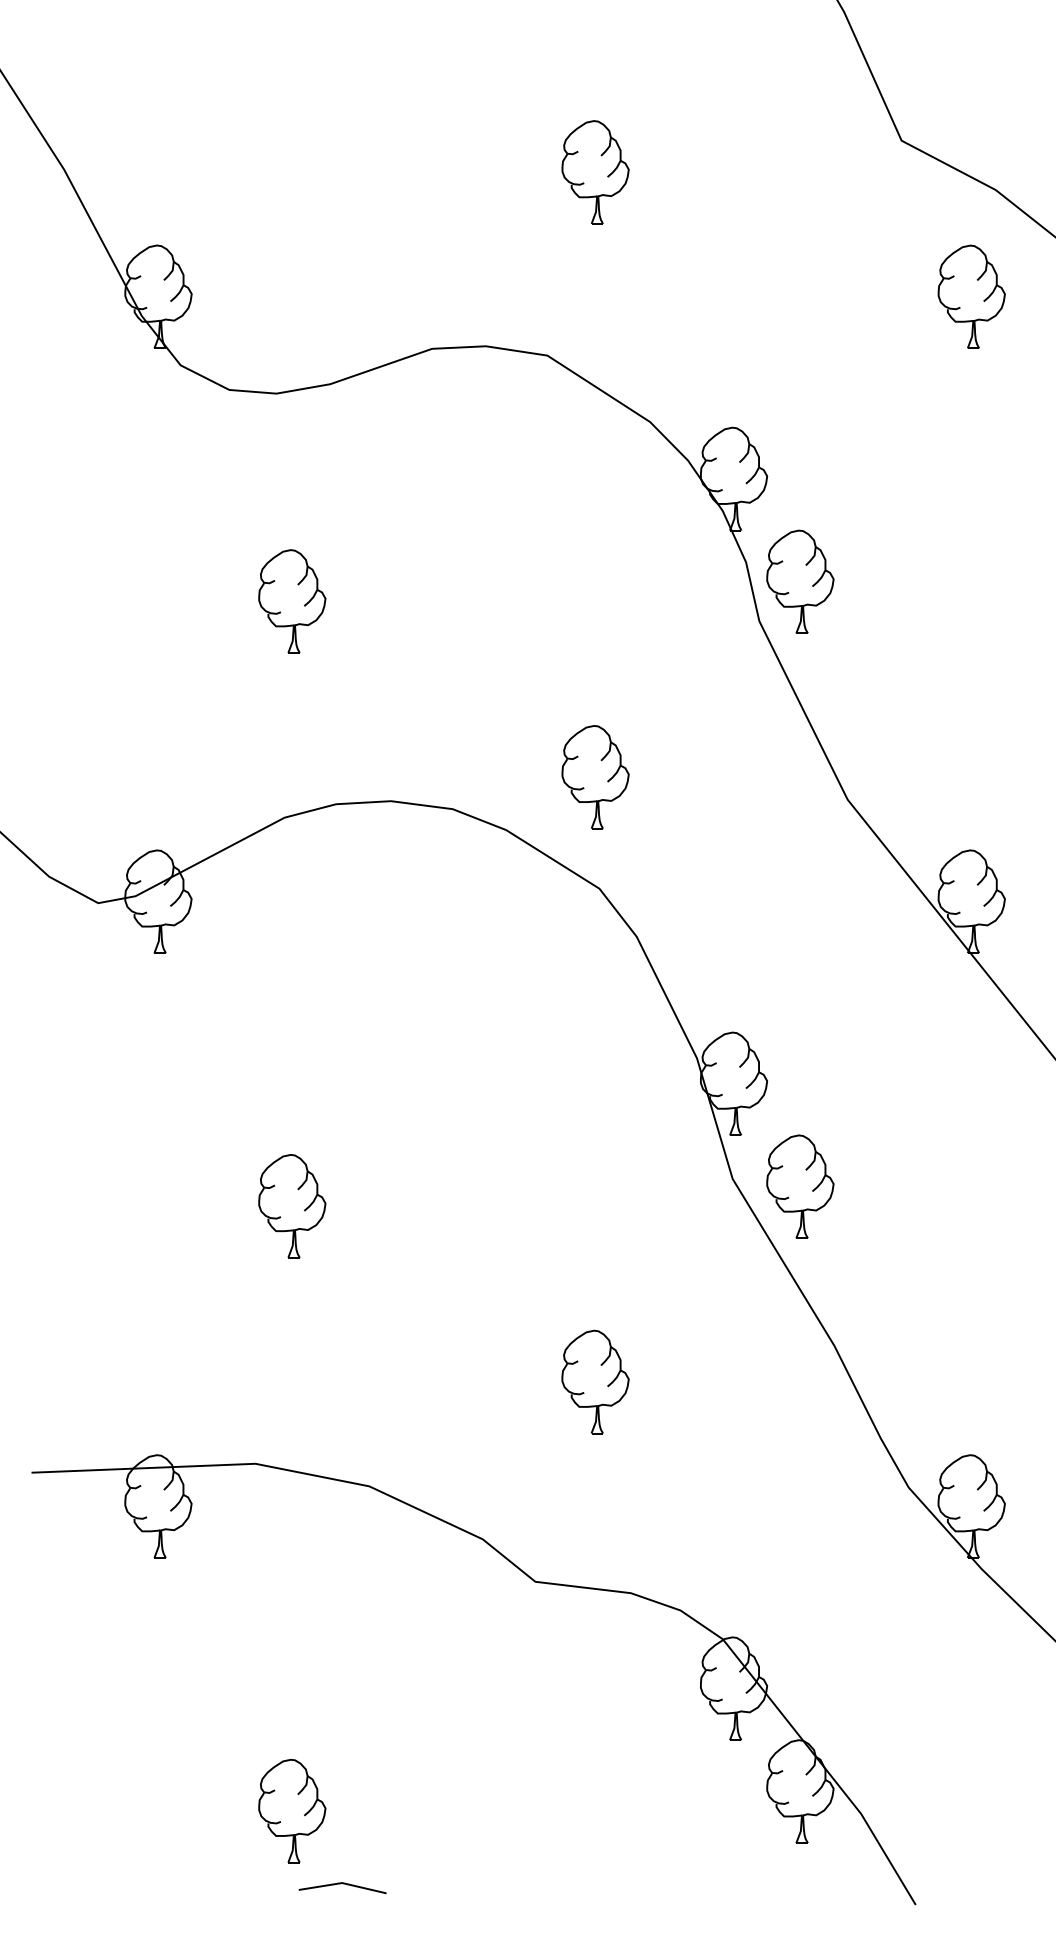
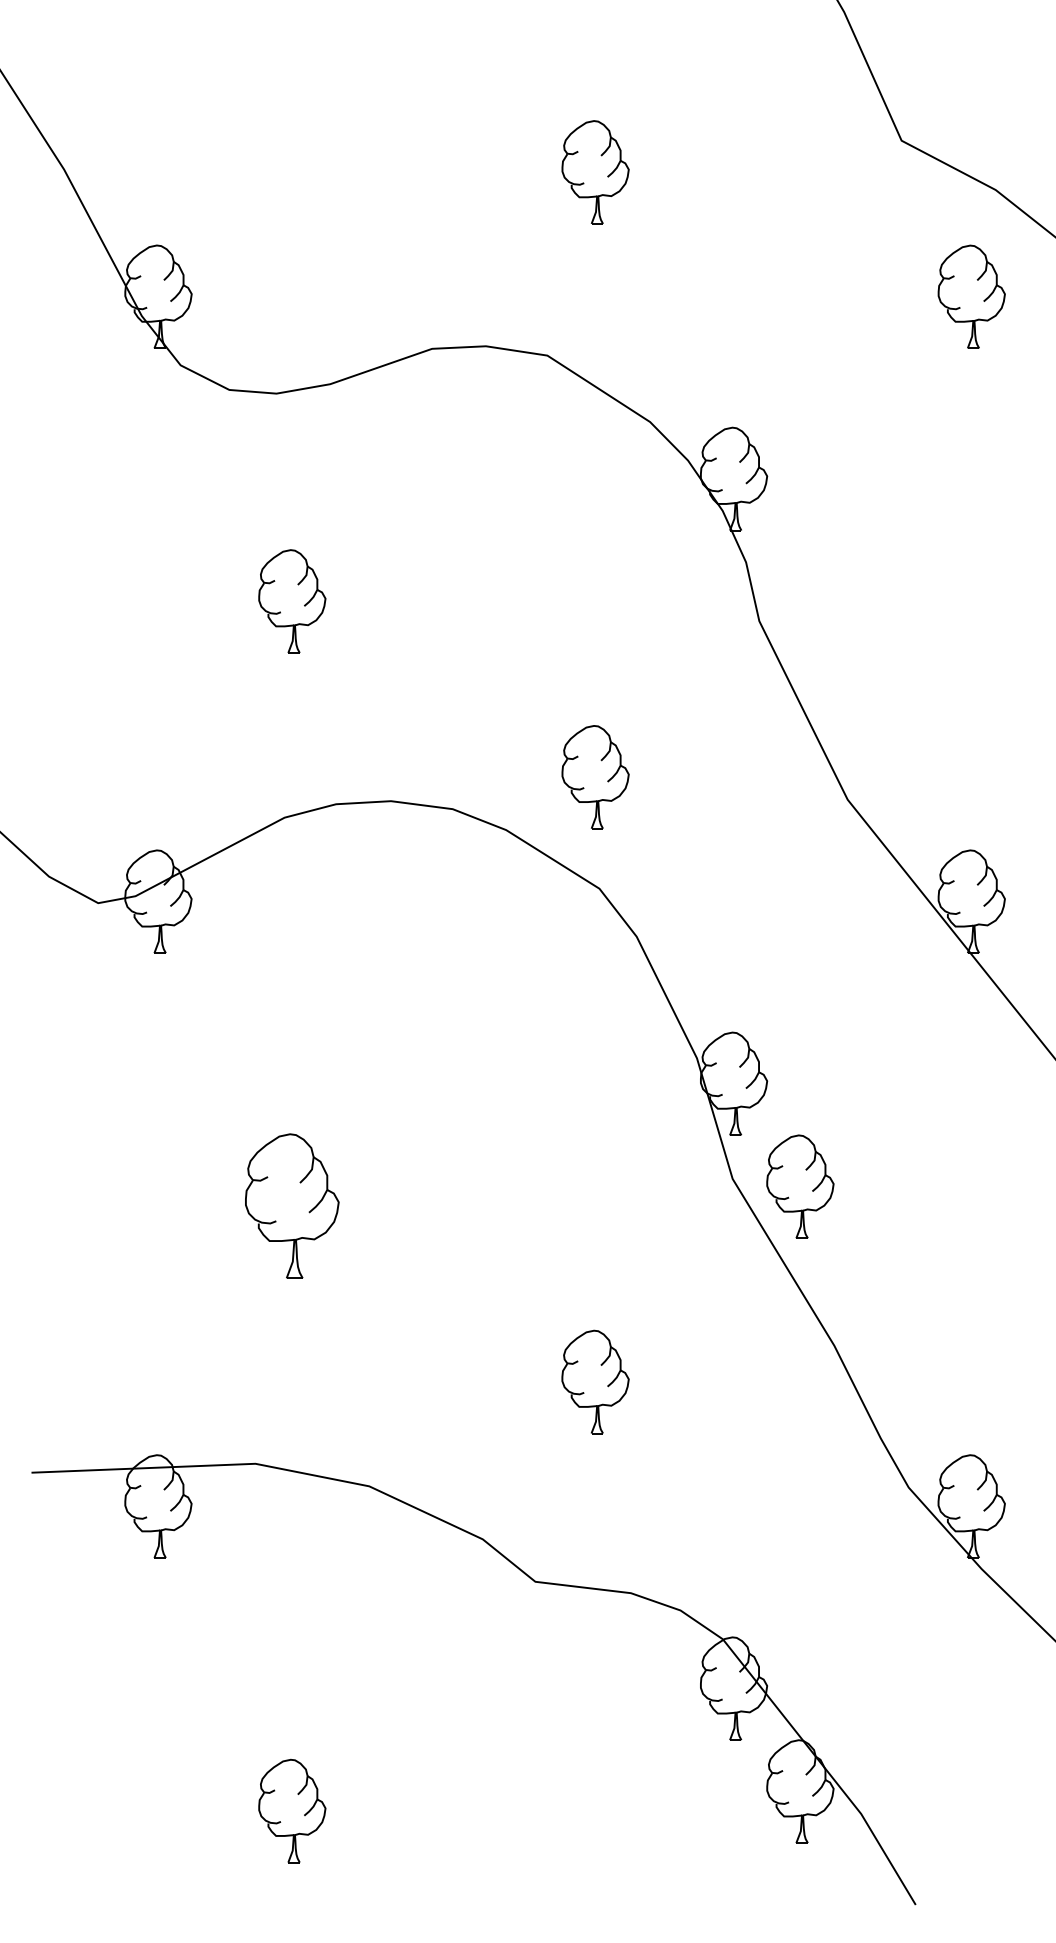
part at (800, 581): present -> none
part at (292, 1206) size: 69x105 px -> 95x146 px
line at (343, 1884): present -> none
